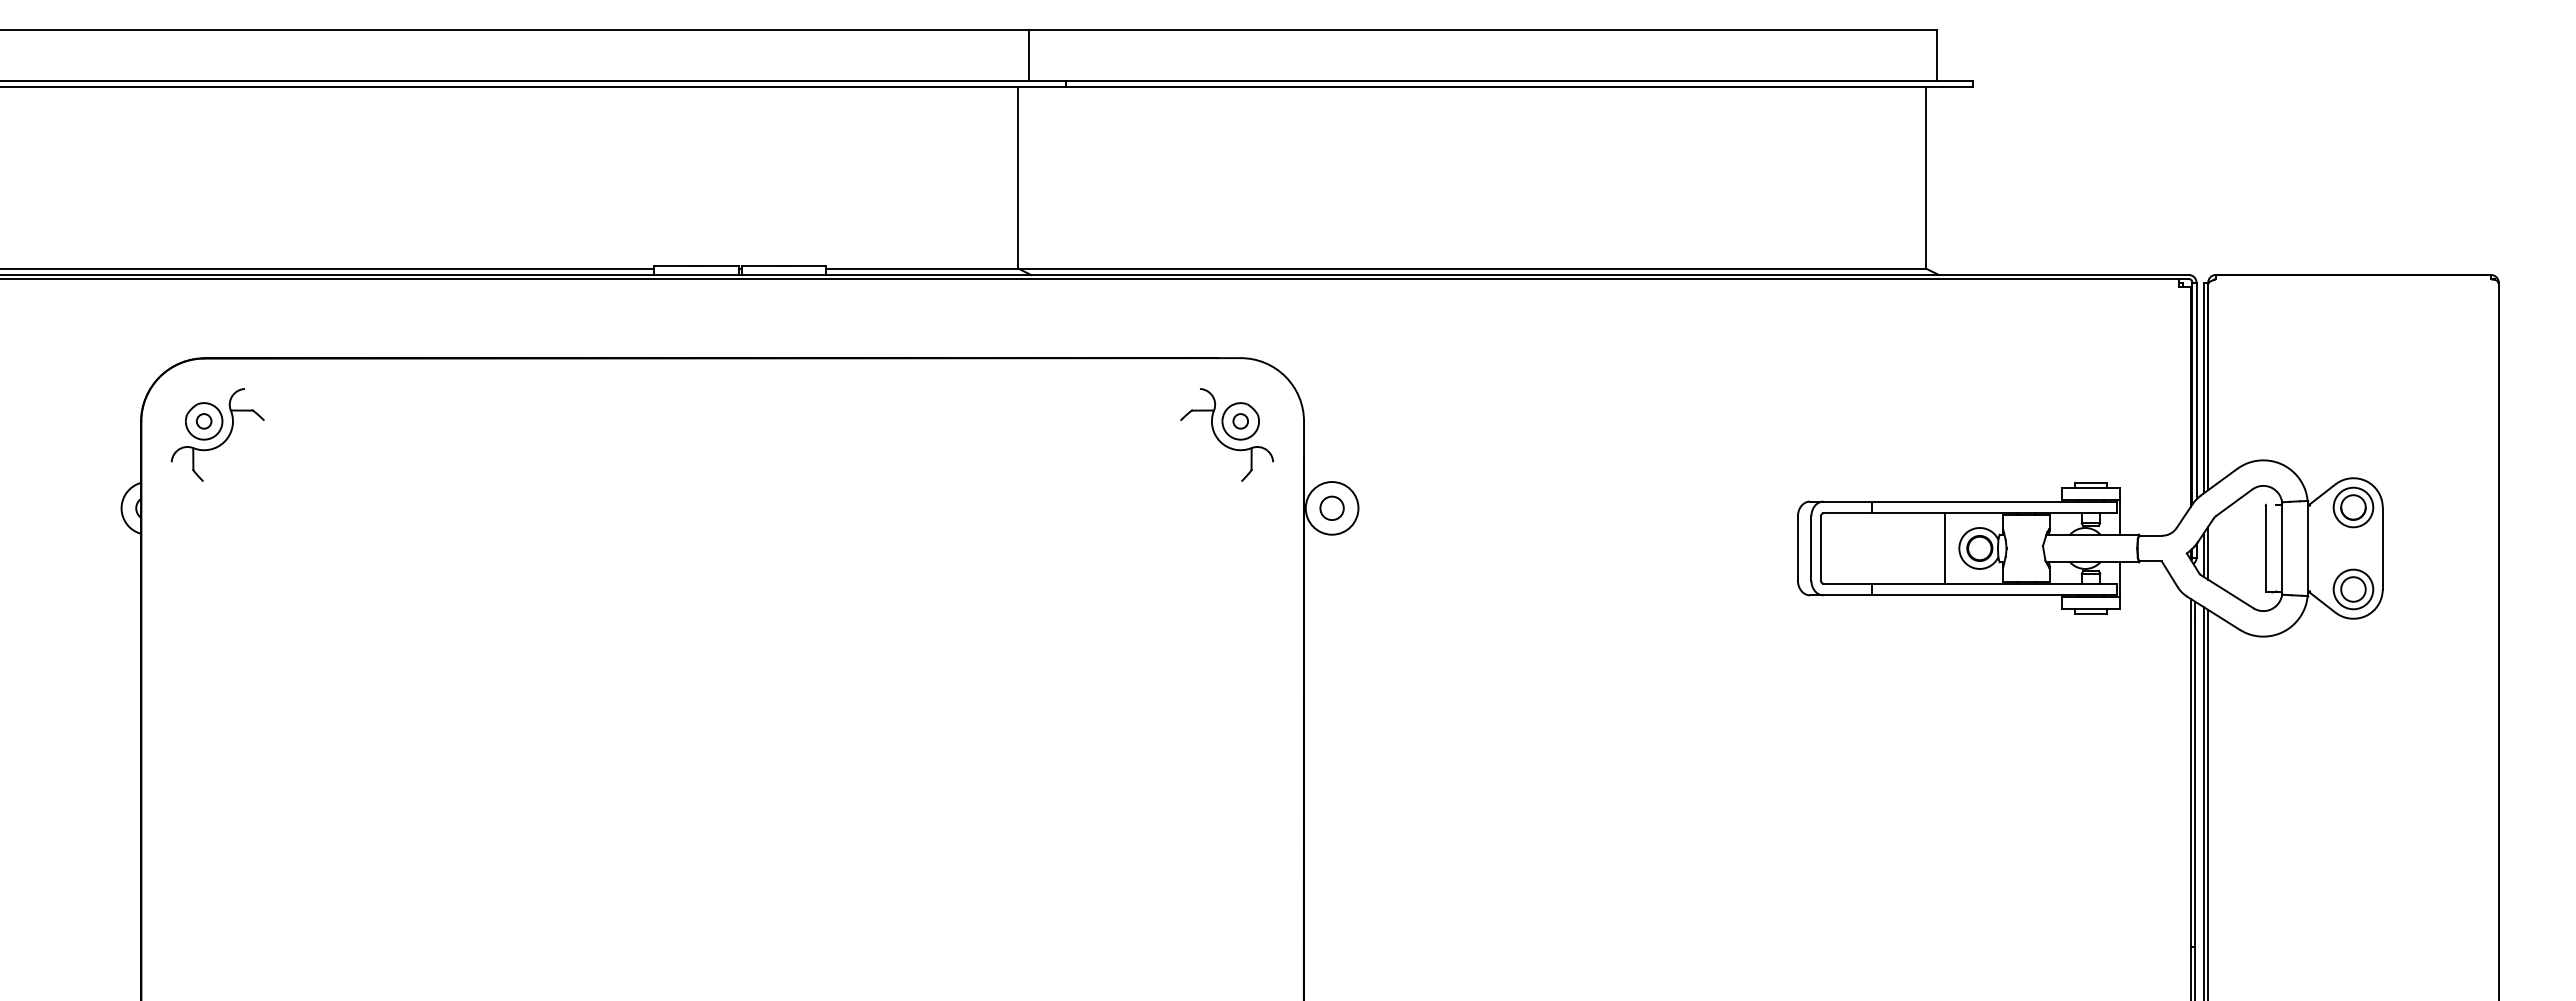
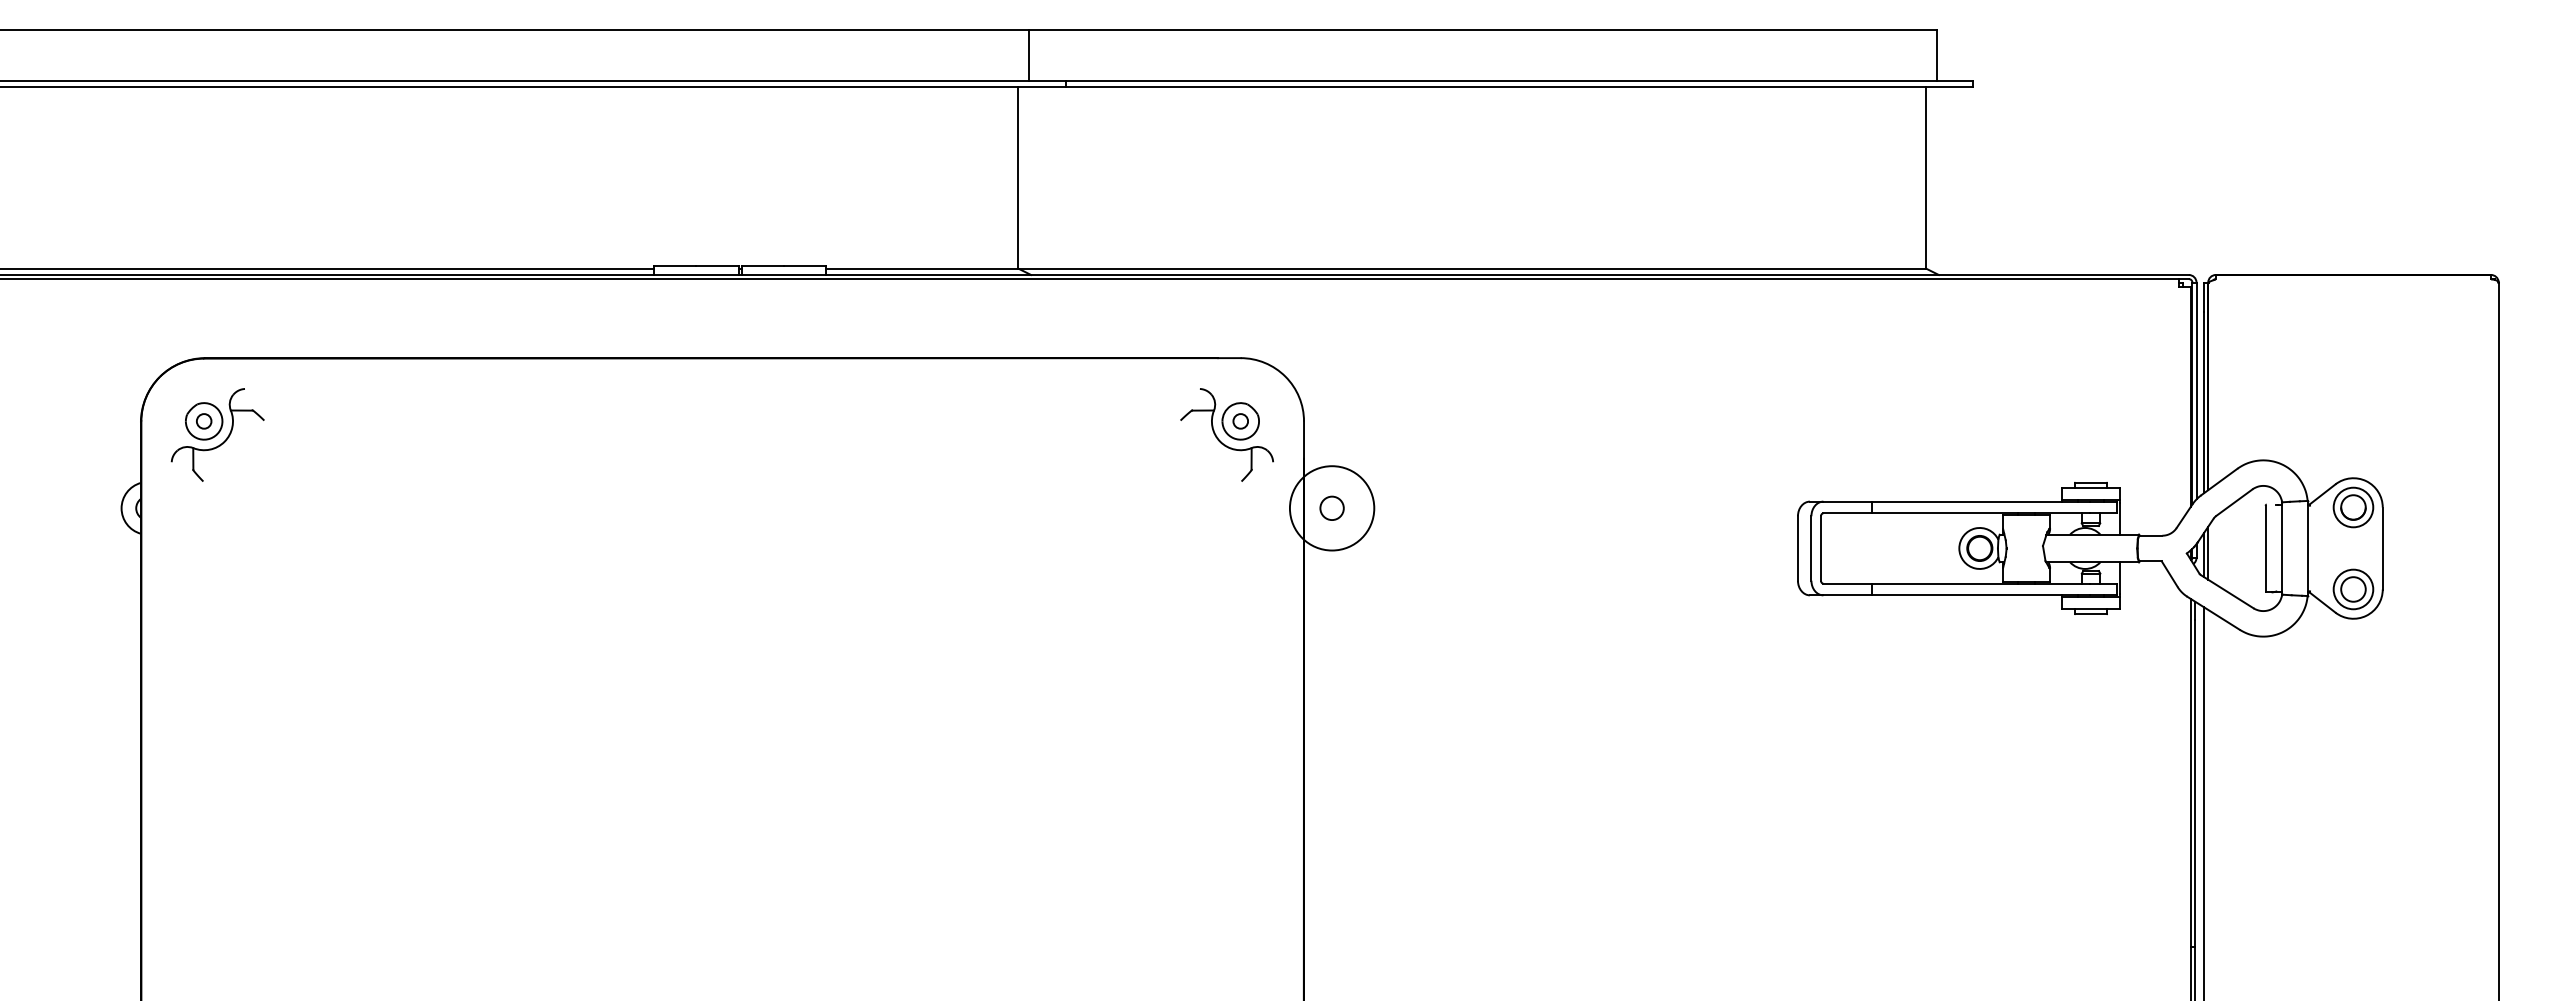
circle at (1331, 508) diameter: 53 px -> 84 px
line at (1944, 548): present -> none
line at (2208, 803): present -> none
